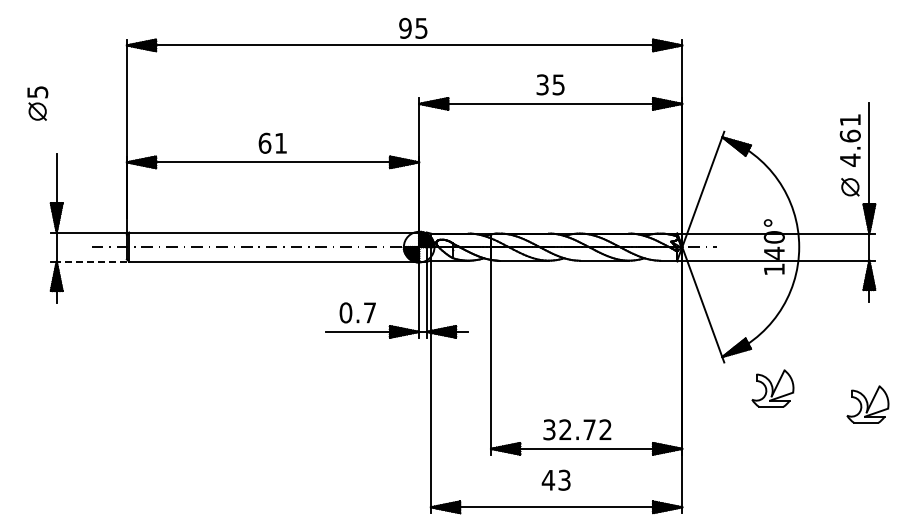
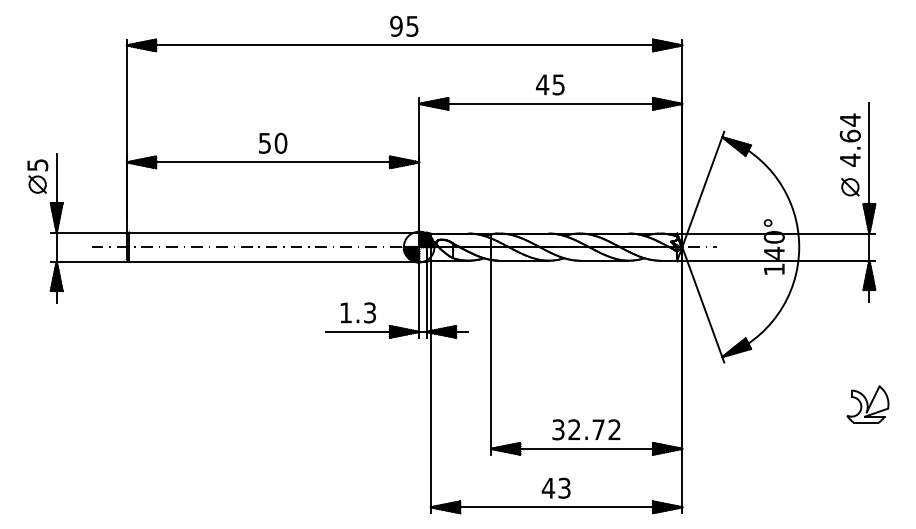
text at (413, 27) position: (413, 27) -> (404, 25)
text at (542, 84): 35 -> 45
part at (37, 103) position: (37, 103) -> (37, 176)
text at (850, 119): 4.61 -> 4.64
text at (272, 142): 61 -> 50
line at (91, 261): dashed -> solid
text at (357, 312): 0.7 -> 1.3
part at (772, 388): present -> none
text at (577, 429) position: (577, 429) -> (586, 429)
text at (555, 479) position: (555, 479) -> (555, 487)
